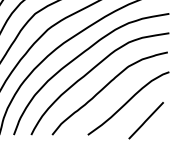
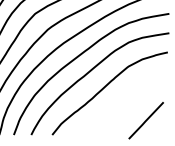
curve at (128, 102): present -> none
